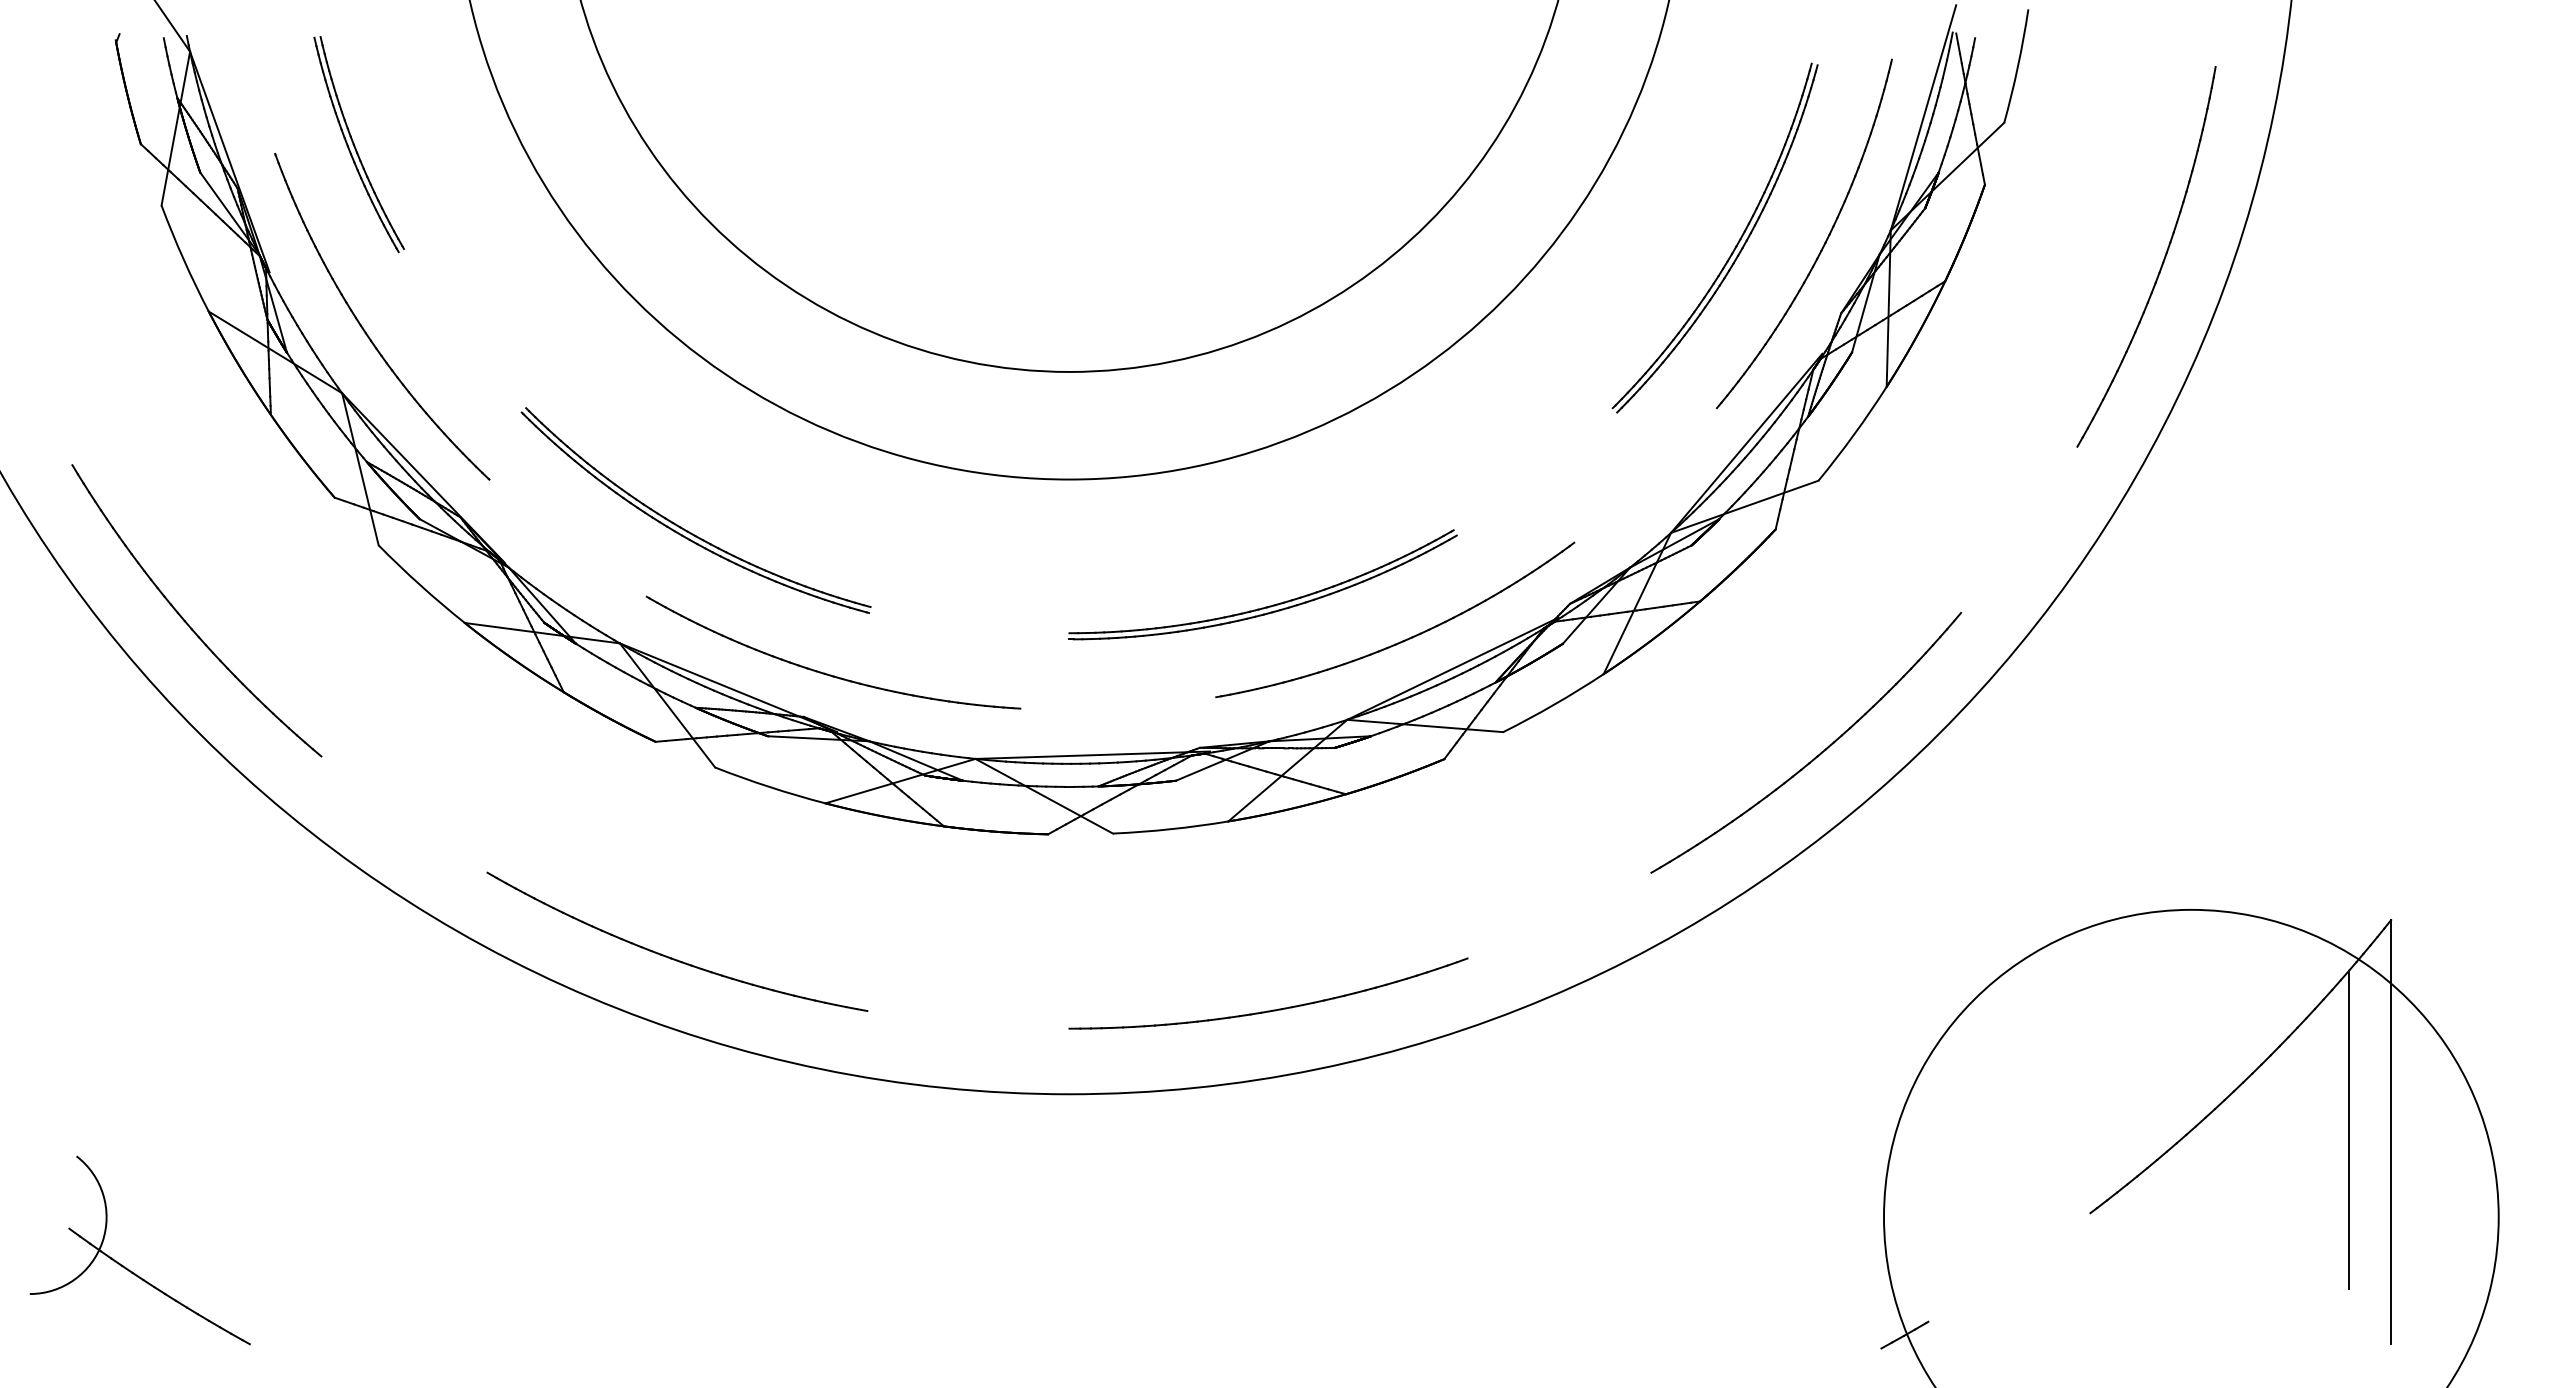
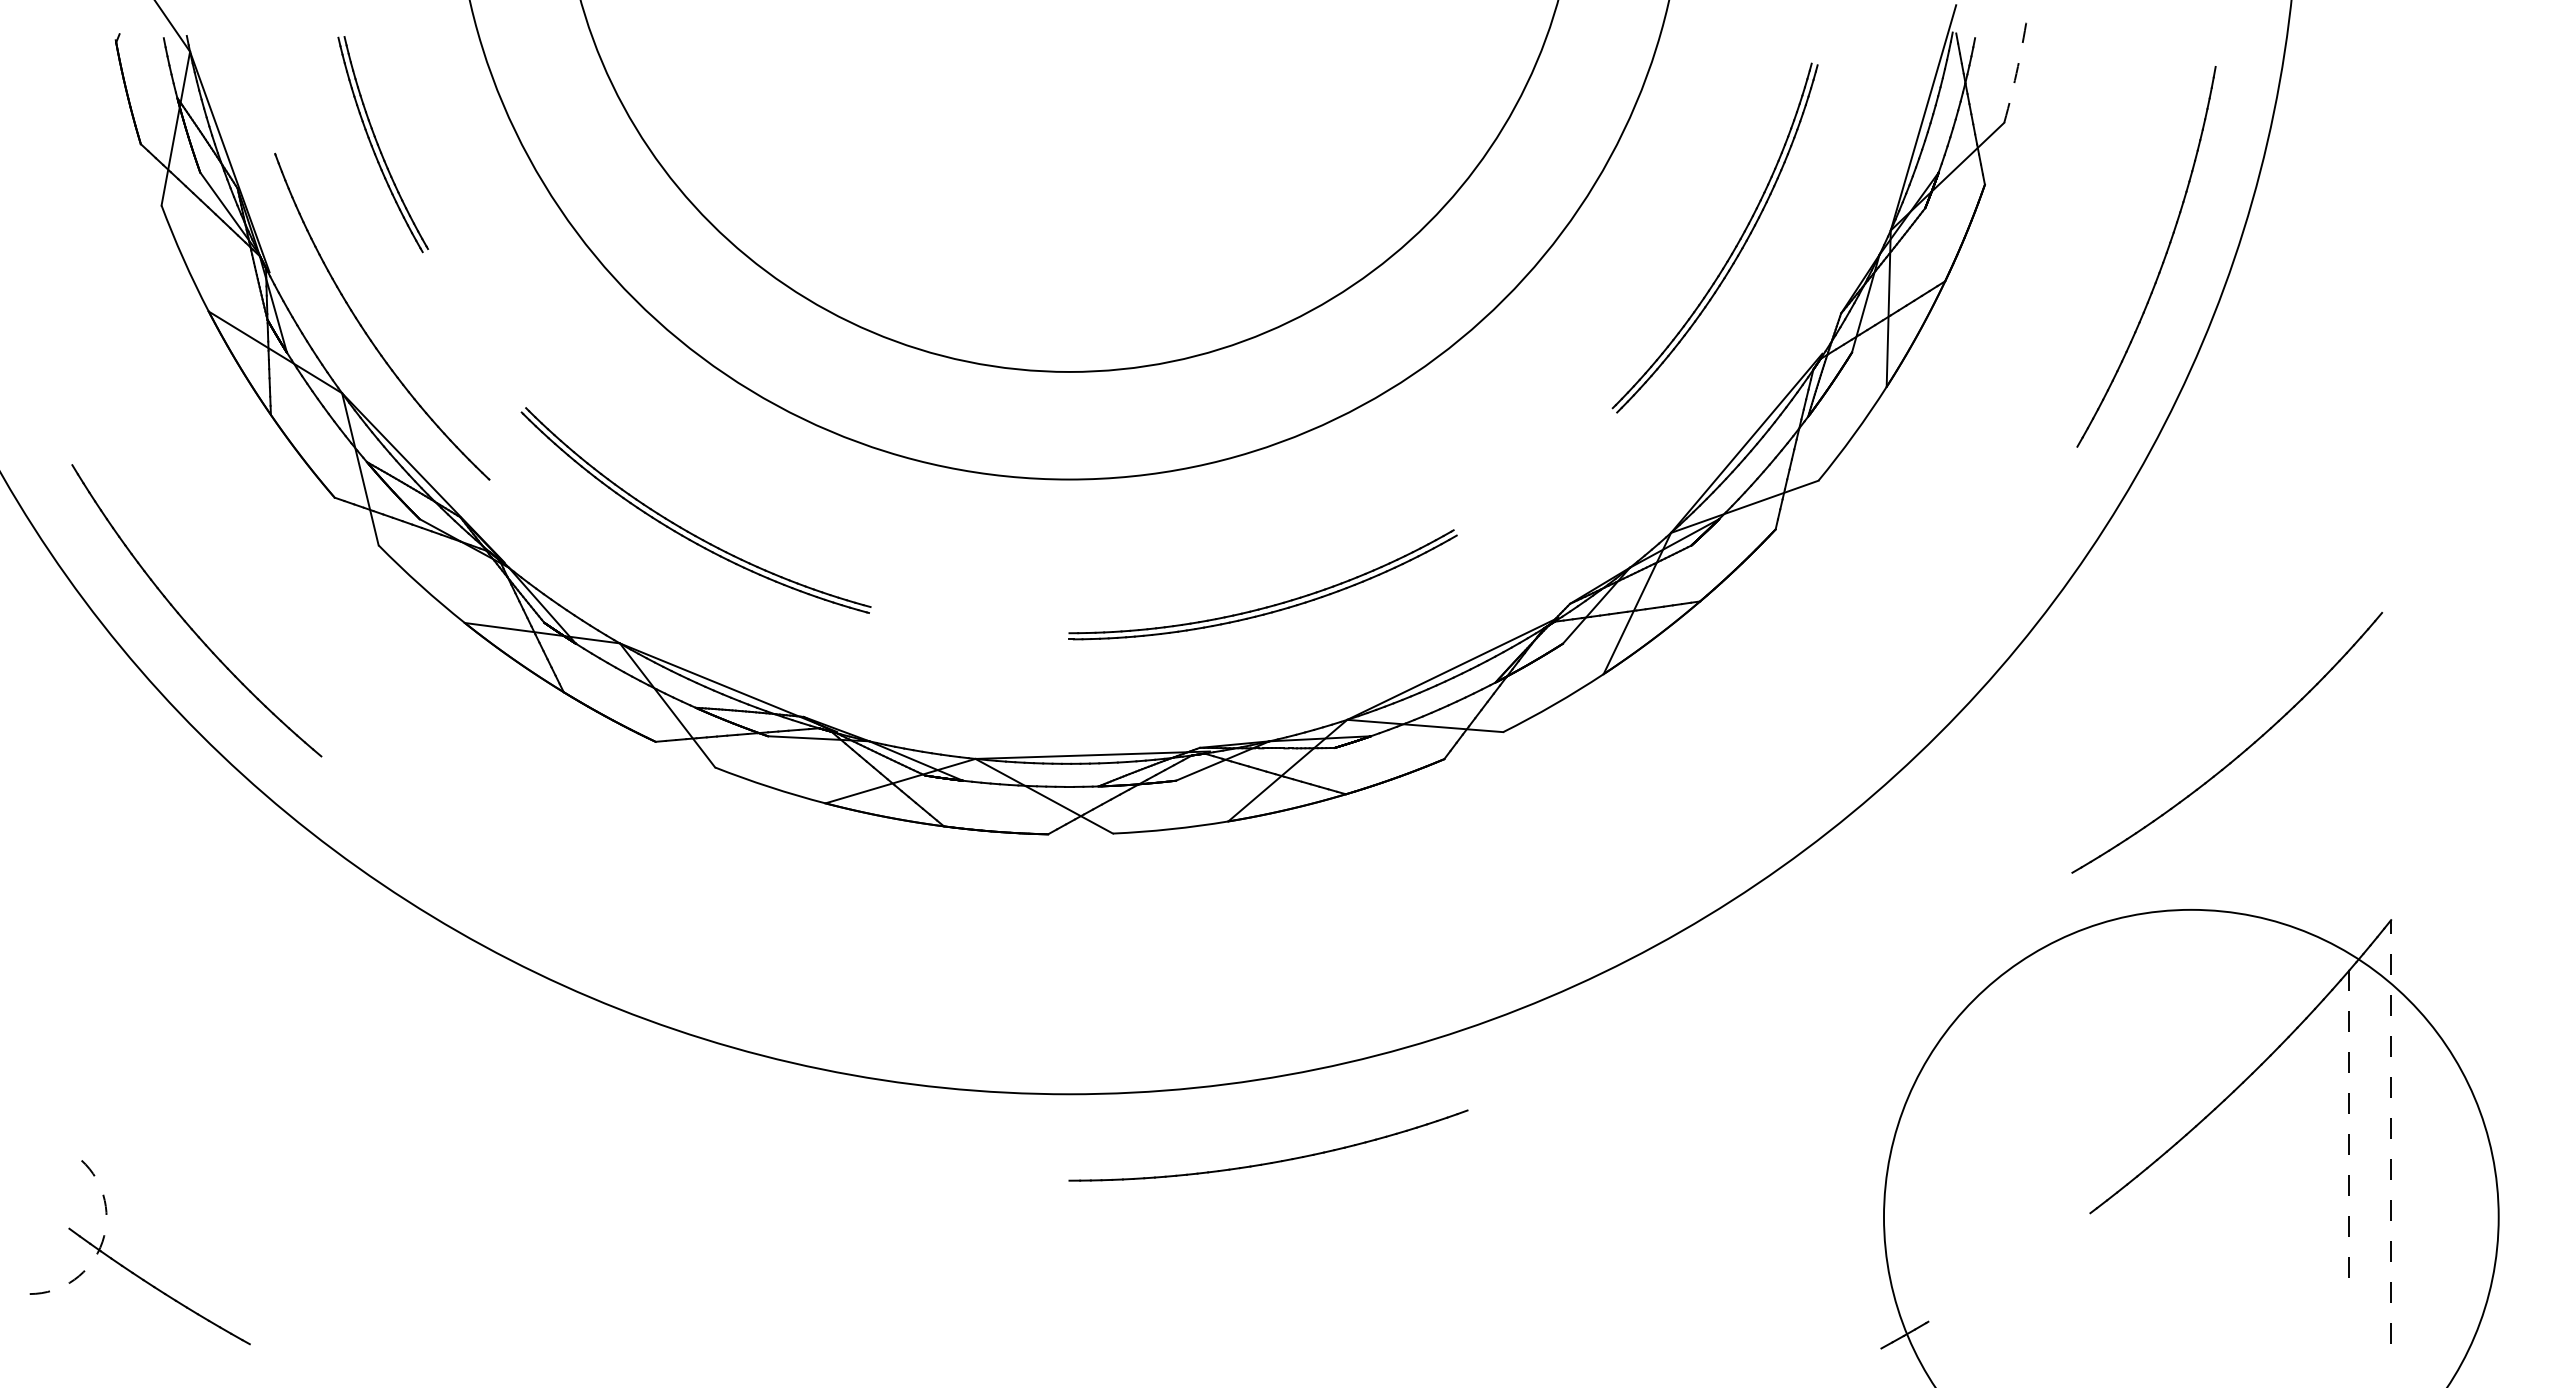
arc at (2018, 66): solid -> dashed
part at (358, 144) position: (358, 144) -> (382, 144)
part at (1823, 244): present -> none
part at (1404, 639): present -> none
part at (827, 673): present -> none
part at (1816, 755) position: (1816, 755) -> (2237, 755)
part at (672, 957): present -> none
part at (1272, 1009) position: (1272, 1009) -> (1272, 1161)
line at (2349, 1130): solid -> dashed
line at (2391, 1131): solid -> dashed
arc at (102, 1241): solid -> dashed
